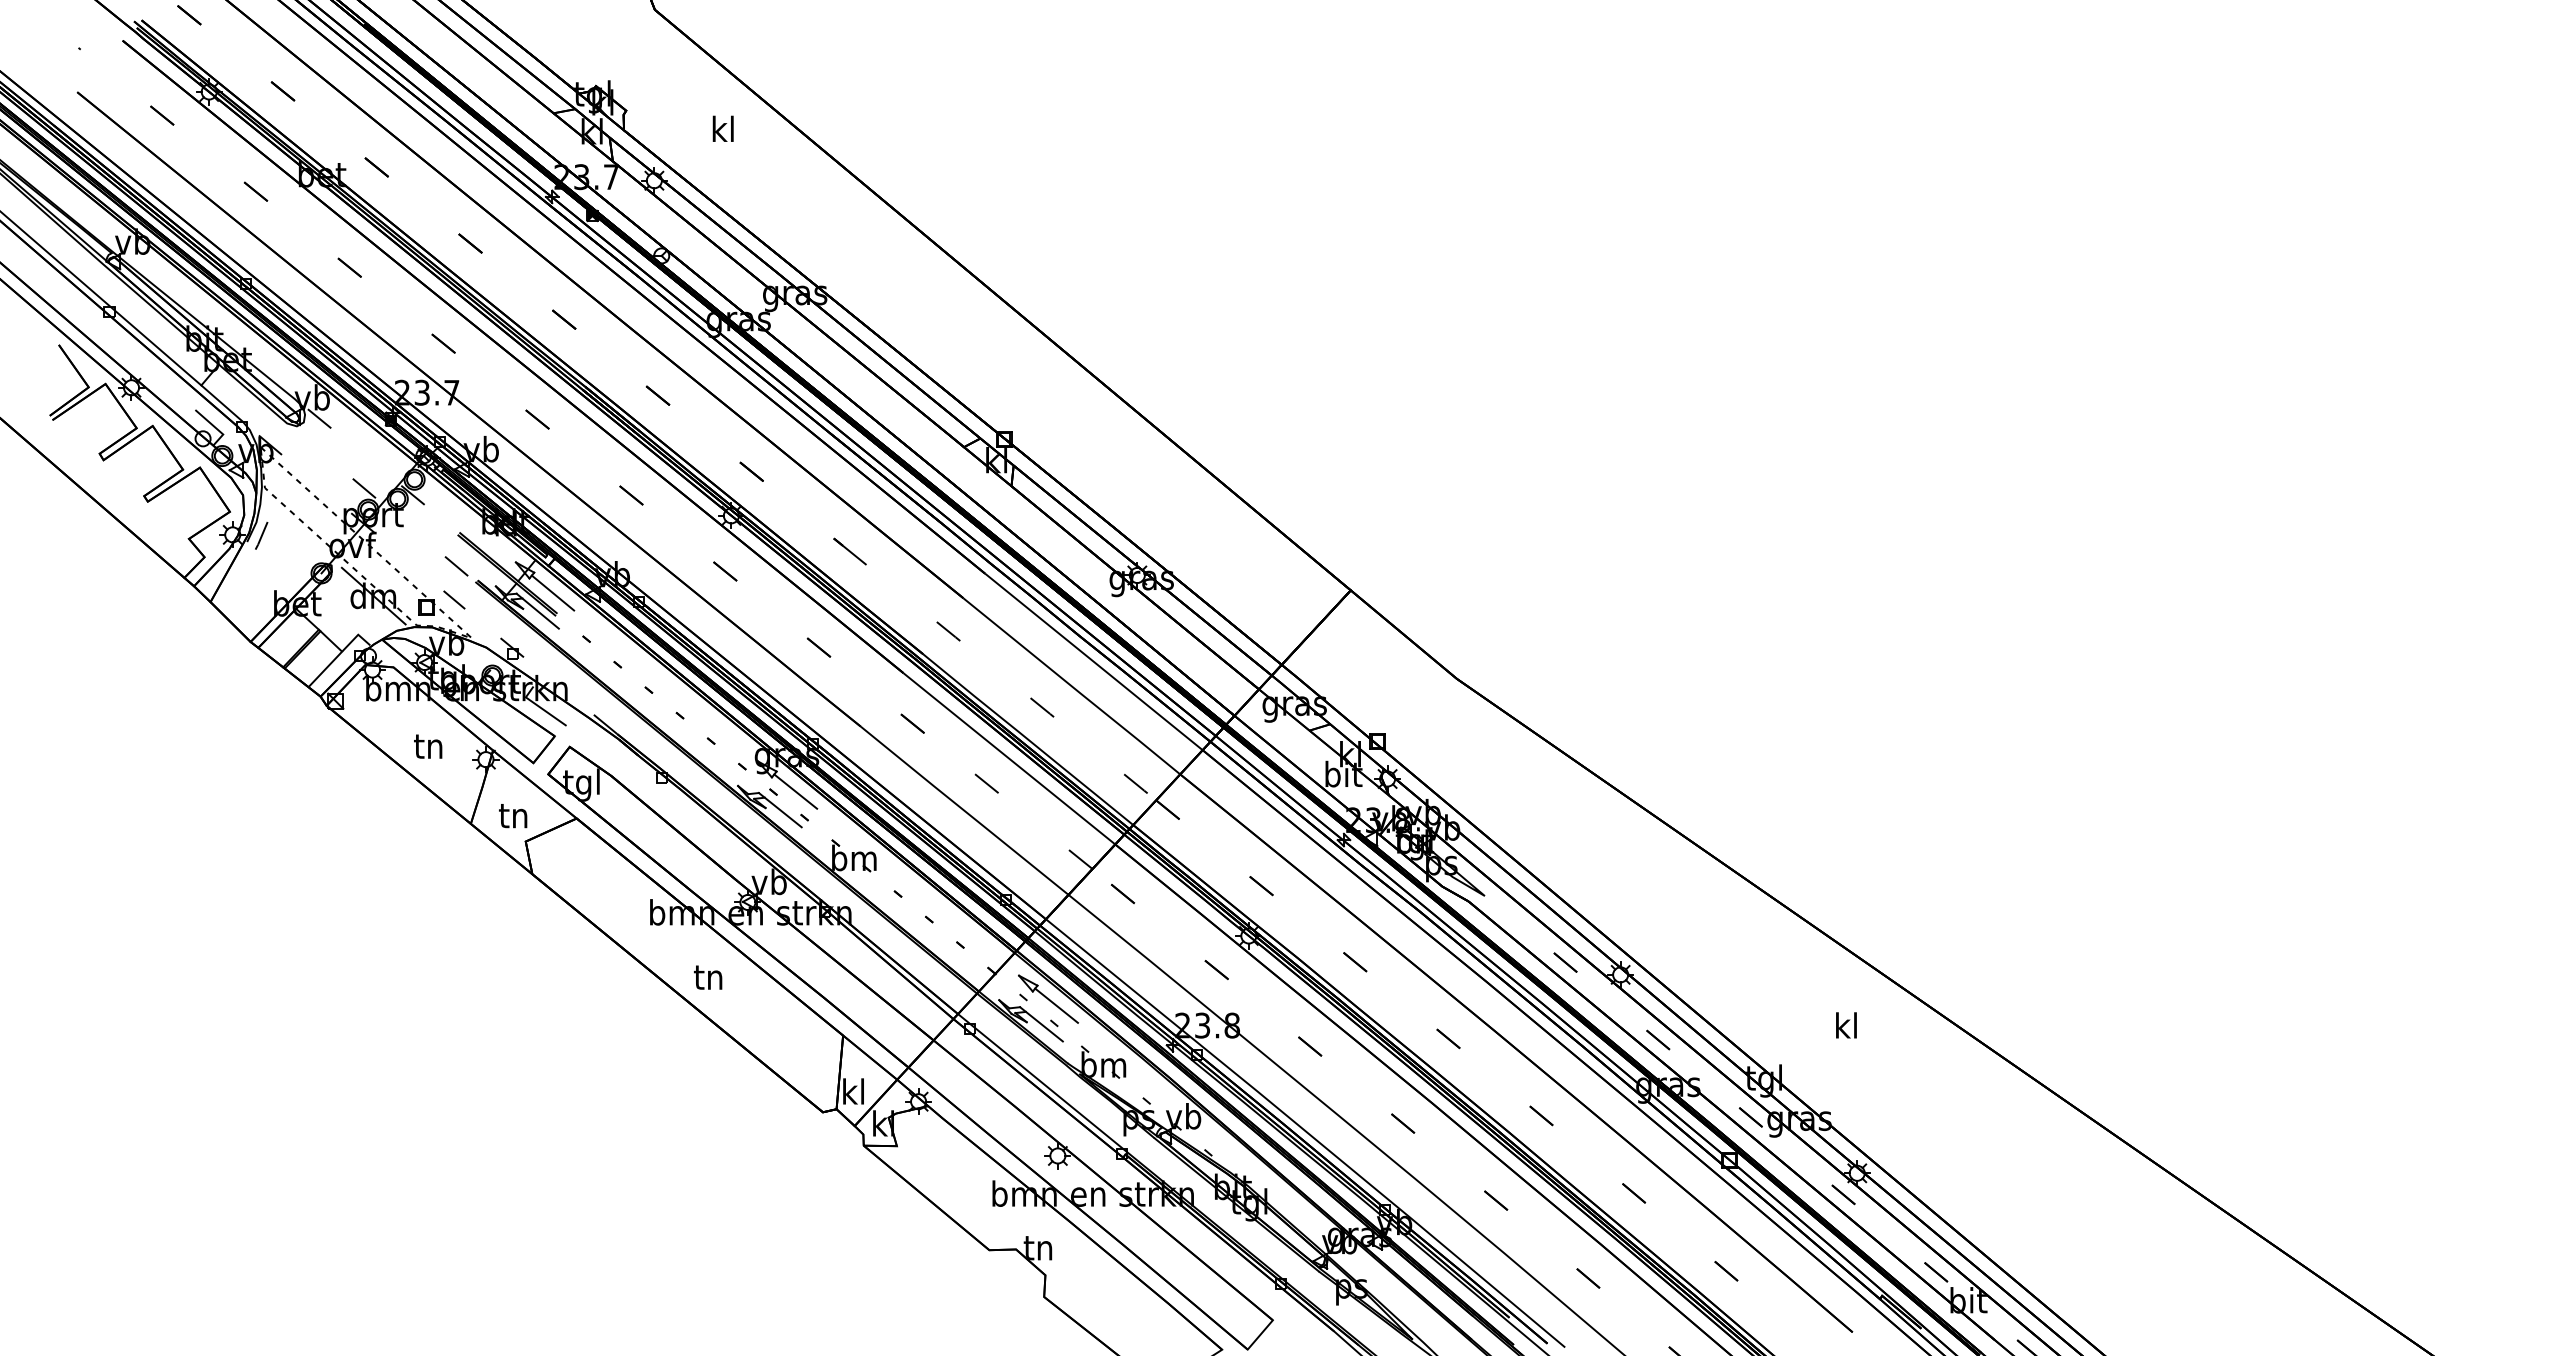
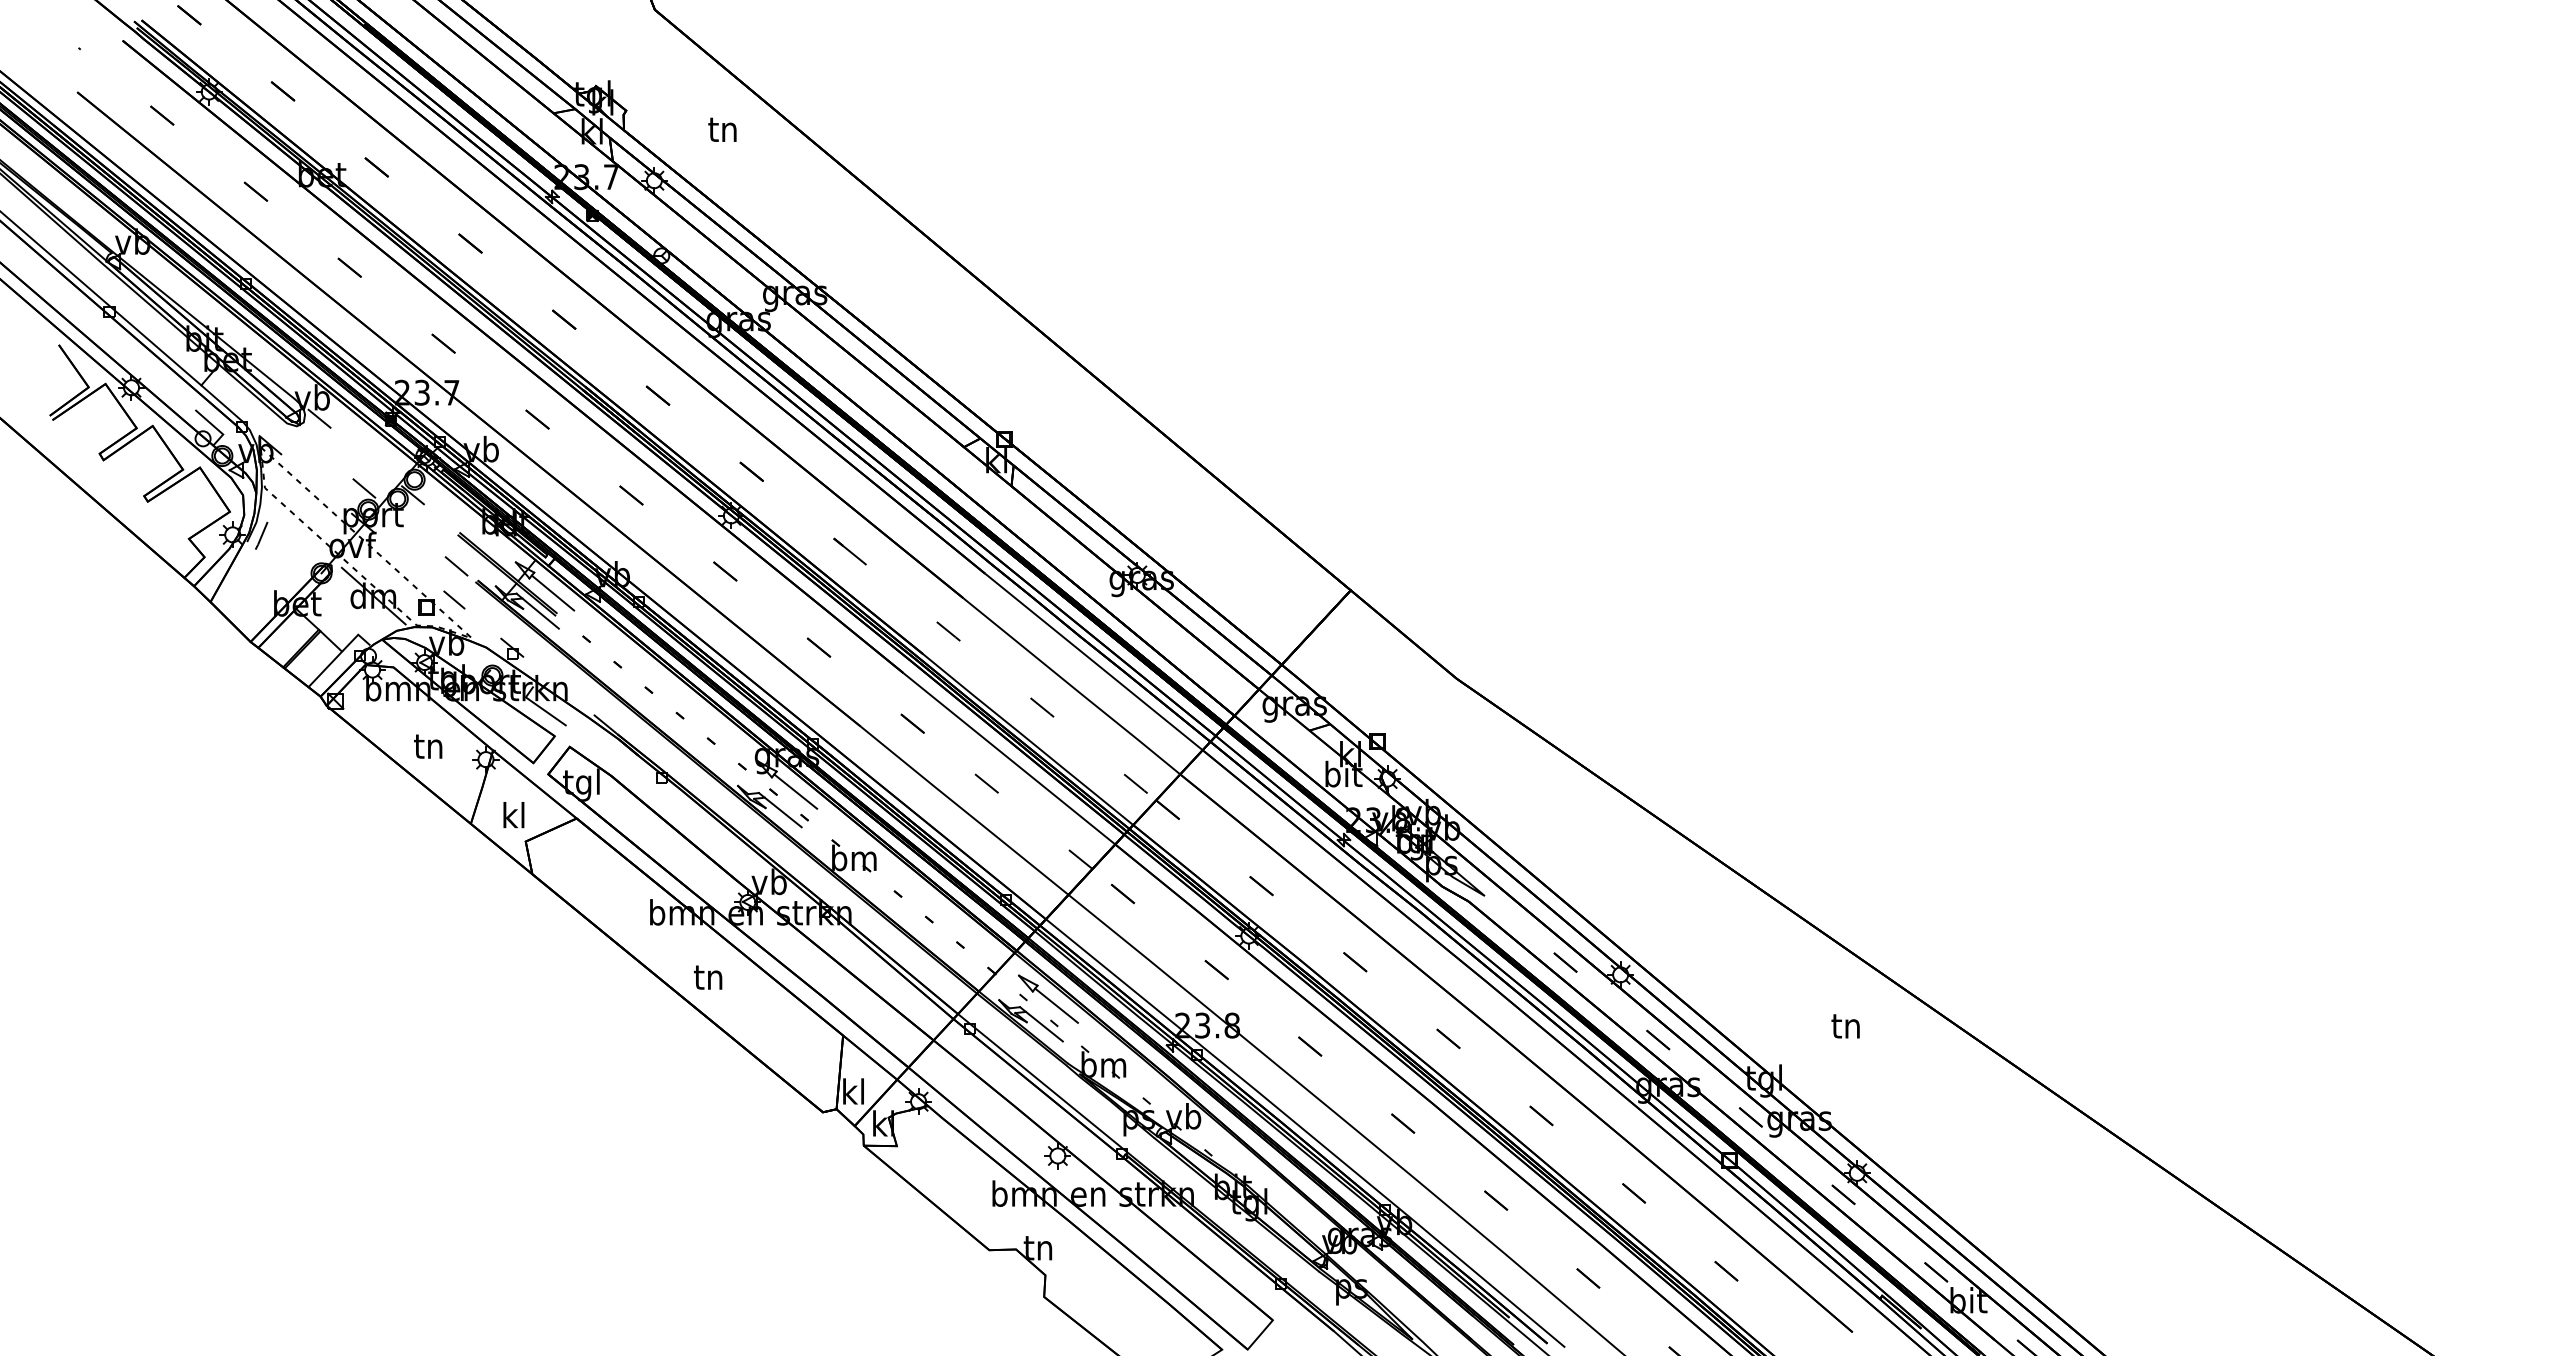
text at (722, 128): kl -> tn
text at (513, 815): tn -> kl
text at (1845, 1025): kl -> tn
